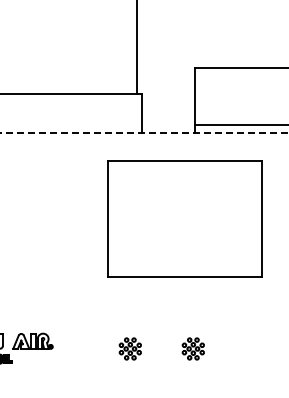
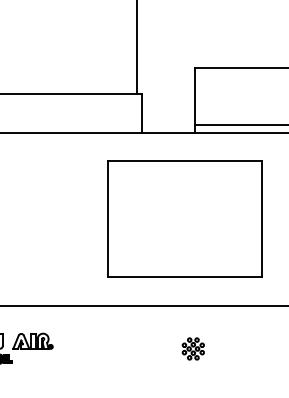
line at (145, 132): dashed -> solid
line at (143, 305): none -> present
part at (129, 348): present -> none
